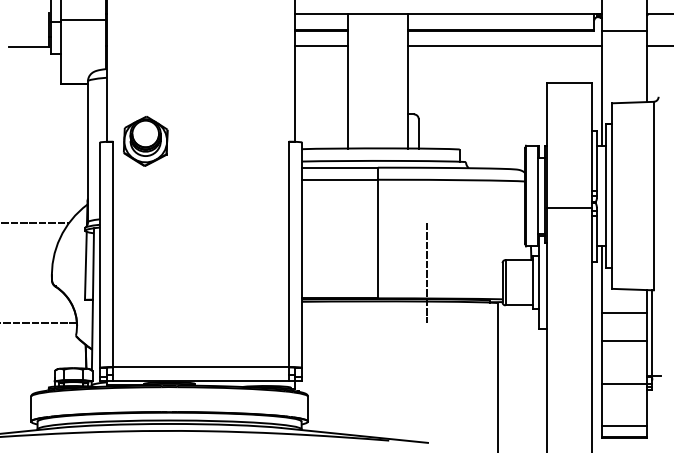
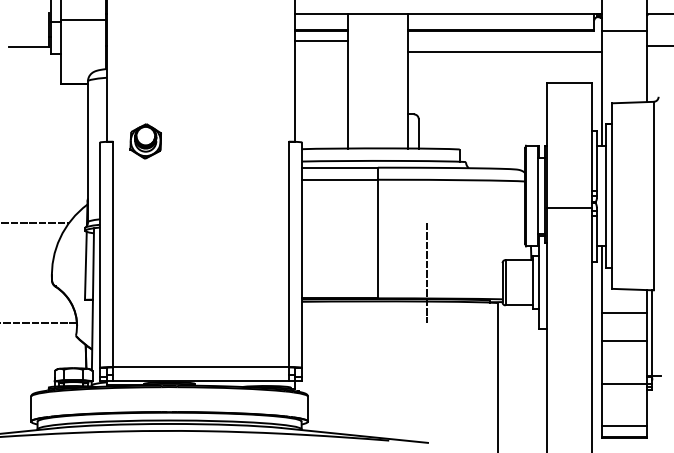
line at (321, 46) position: (321, 46) -> (321, 41)
line at (504, 46) position: (504, 46) -> (504, 52)
part at (145, 141) size: 46x51 px -> 33x37 px
